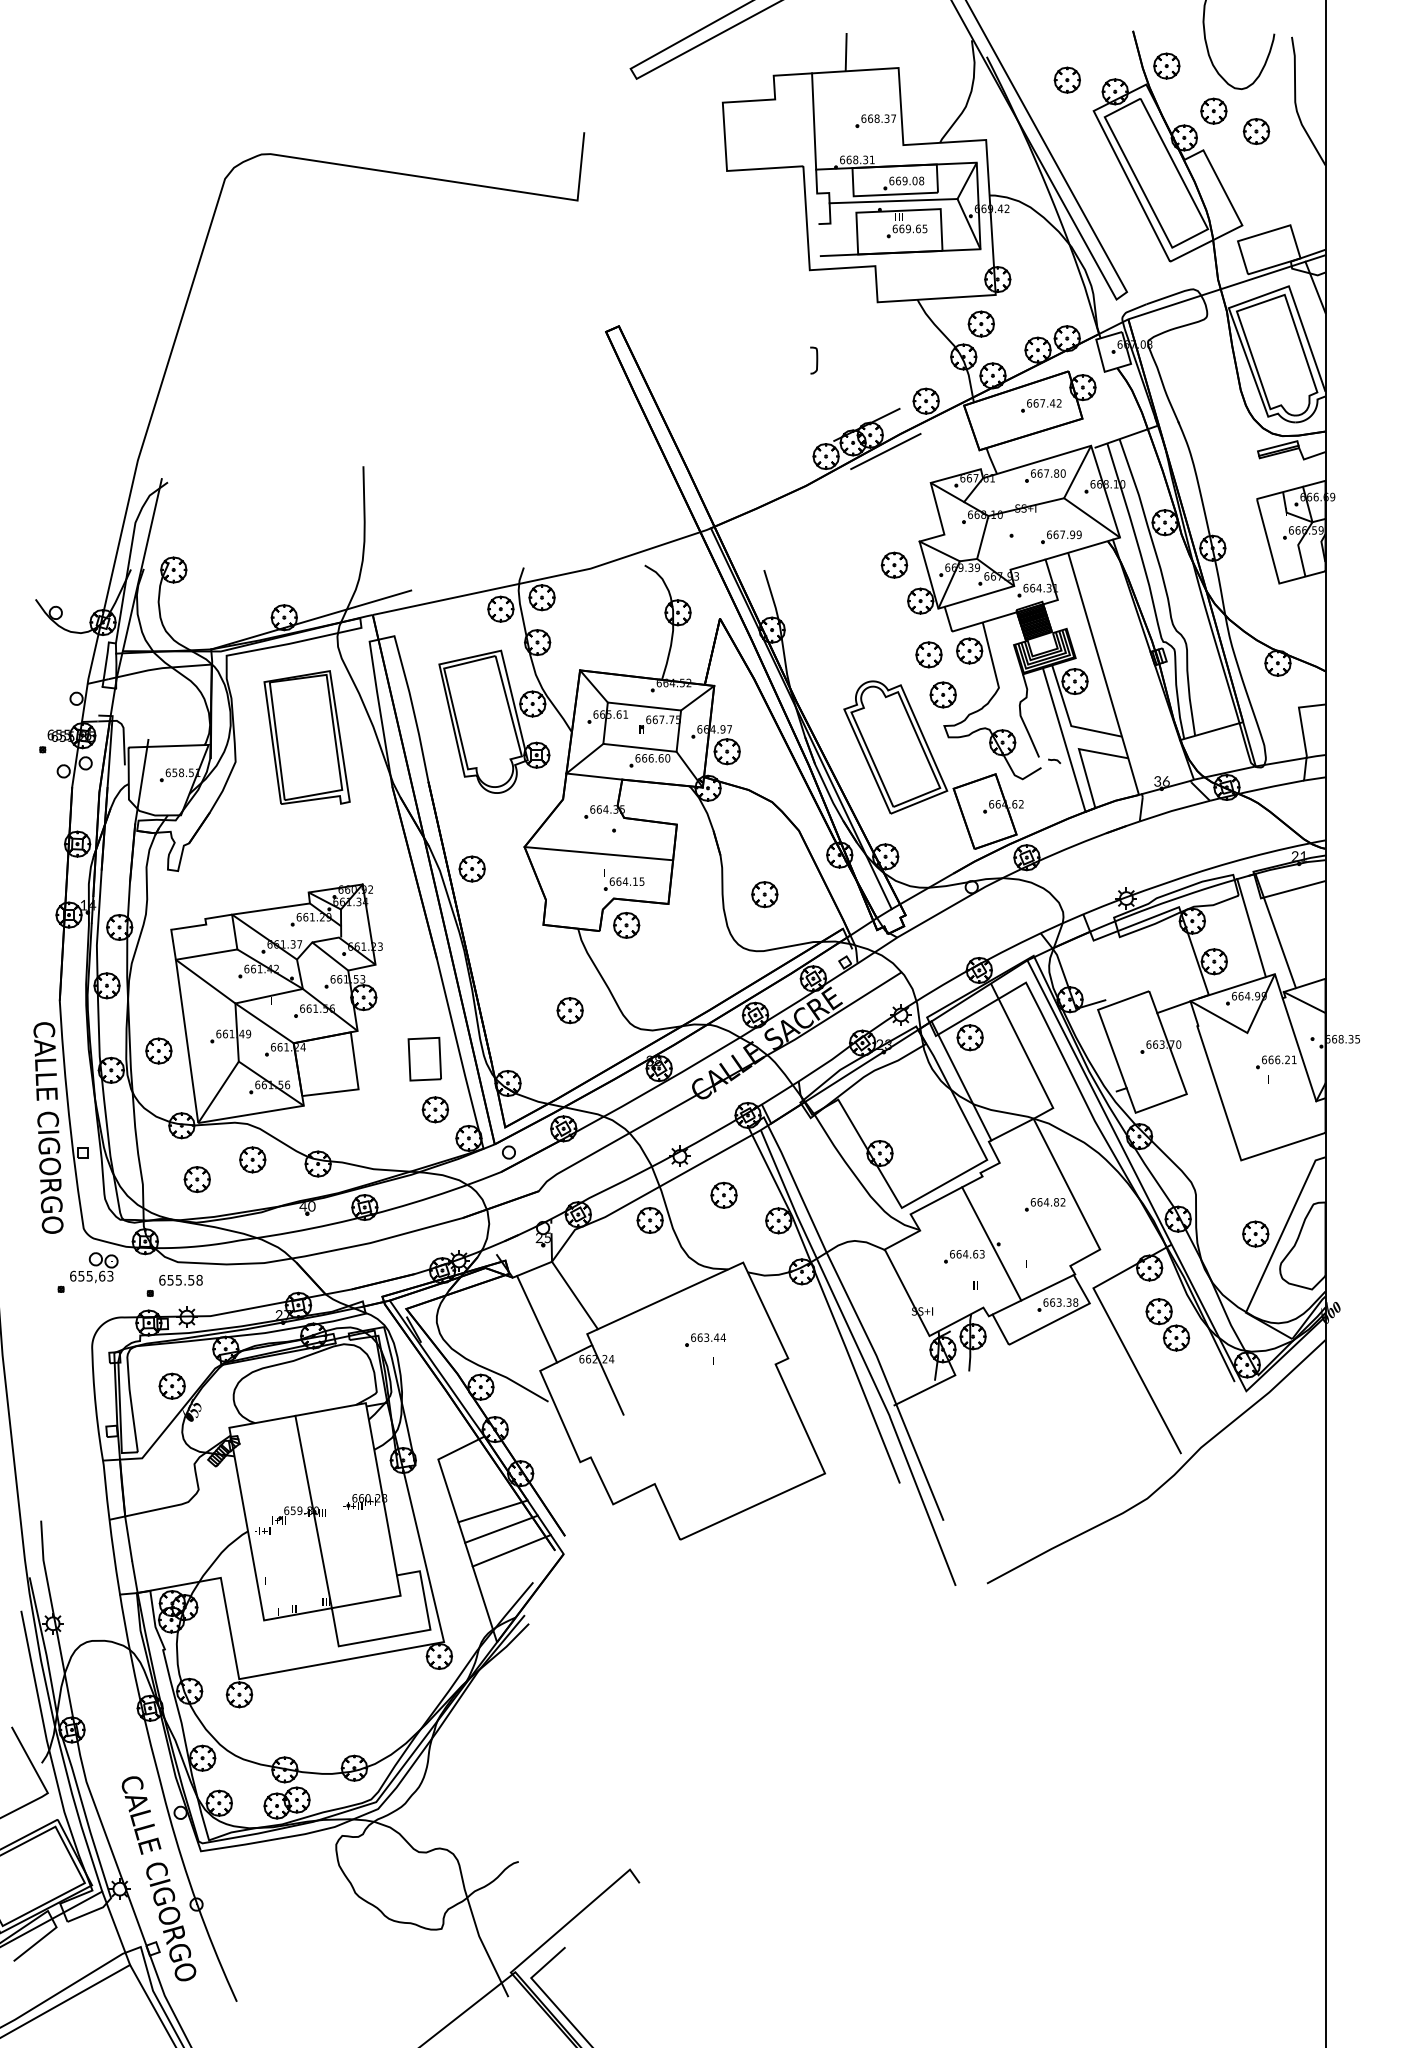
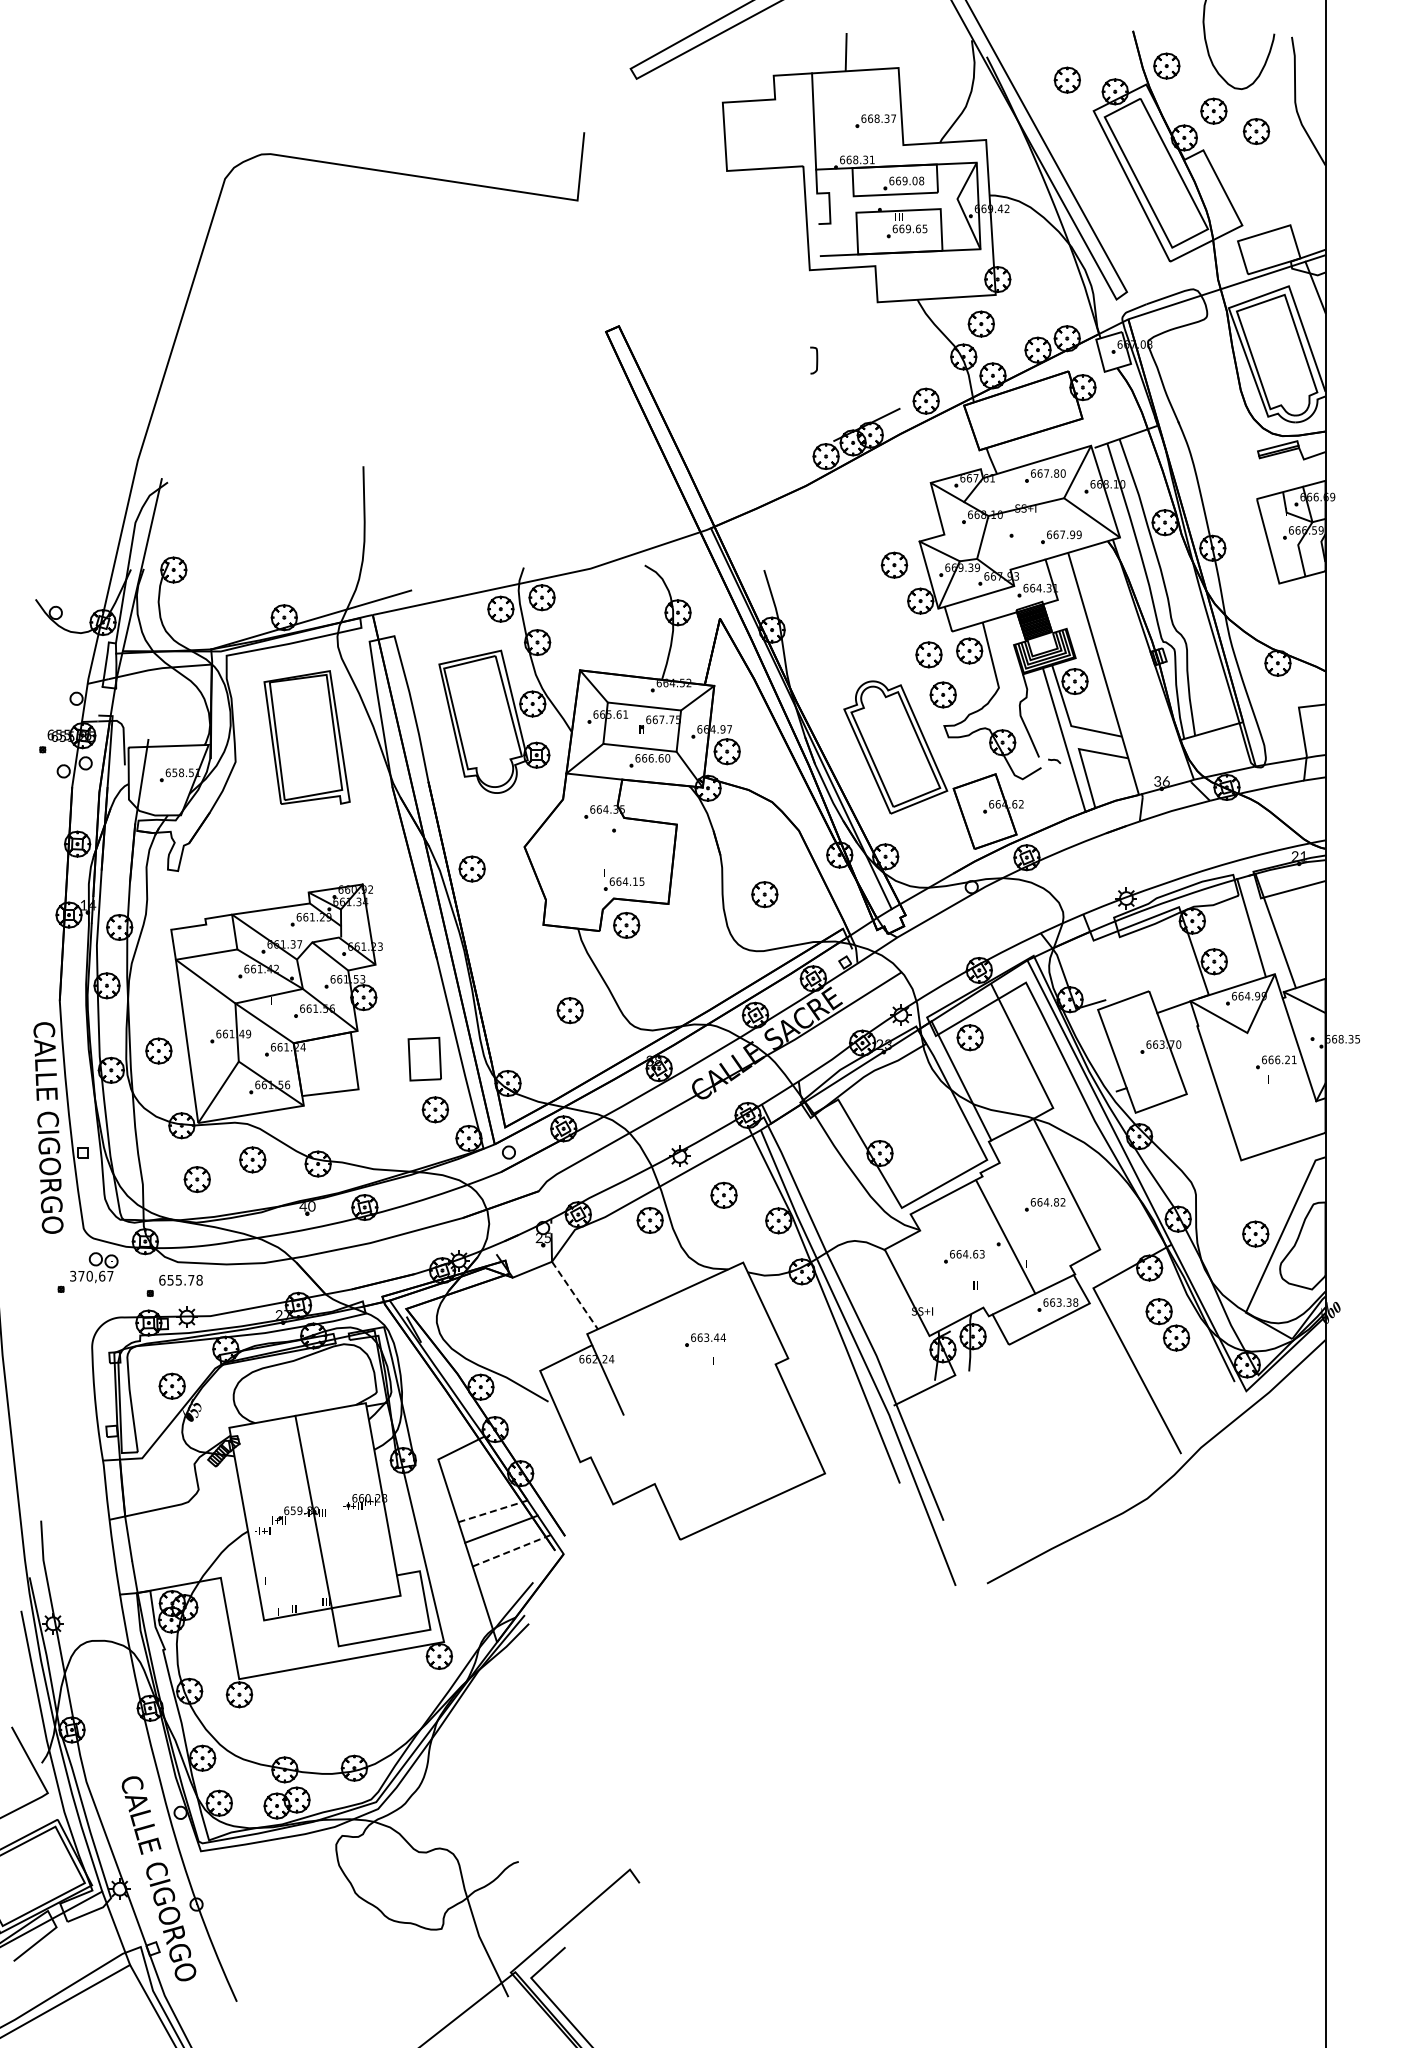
line at (893, 201): present -> none
part at (1041, 405): present -> none
line at (885, 451): present -> none
line at (598, 853): present -> none
line at (991, 1243) position: (991, 1243) -> (1005, 1236)
text at (91, 1275): 655,63 -> 370,67
text at (191, 1280): 655.58 -> 655.78
line at (574, 1295): solid -> dashed
line at (537, 1318): present -> none
line at (493, 1511): solid -> dashed
line at (512, 1550): solid -> dashed
